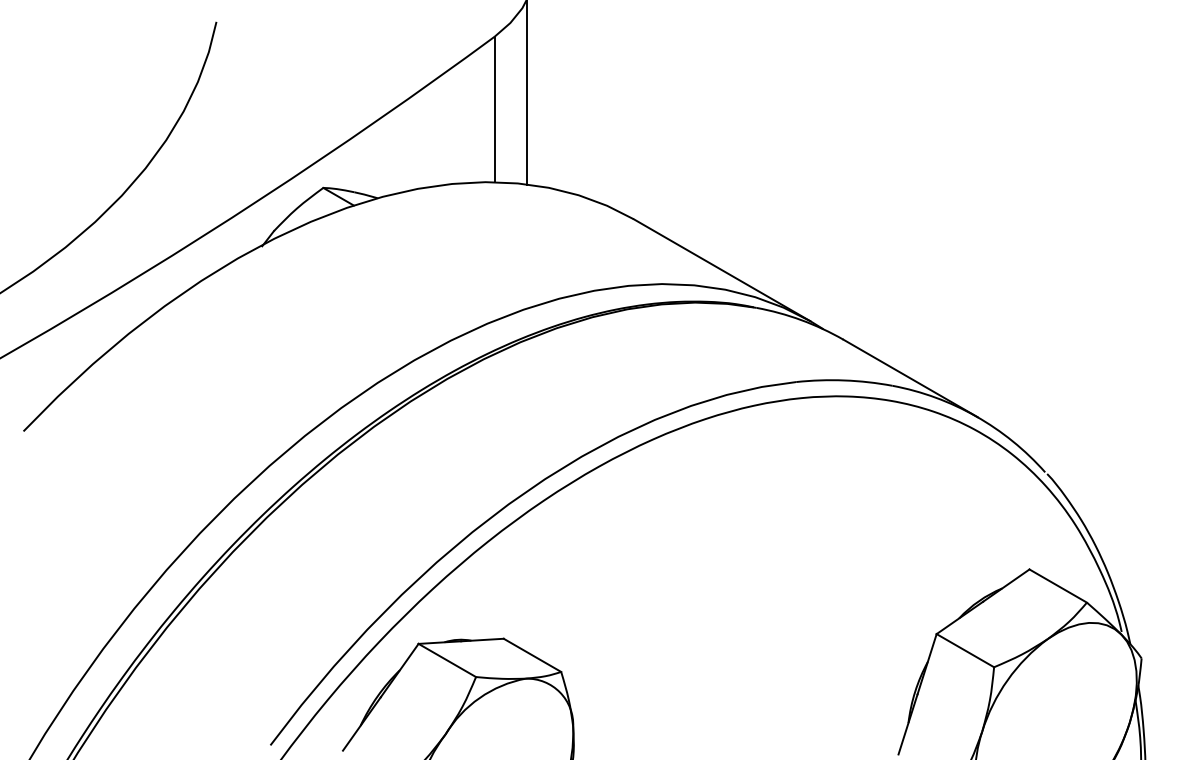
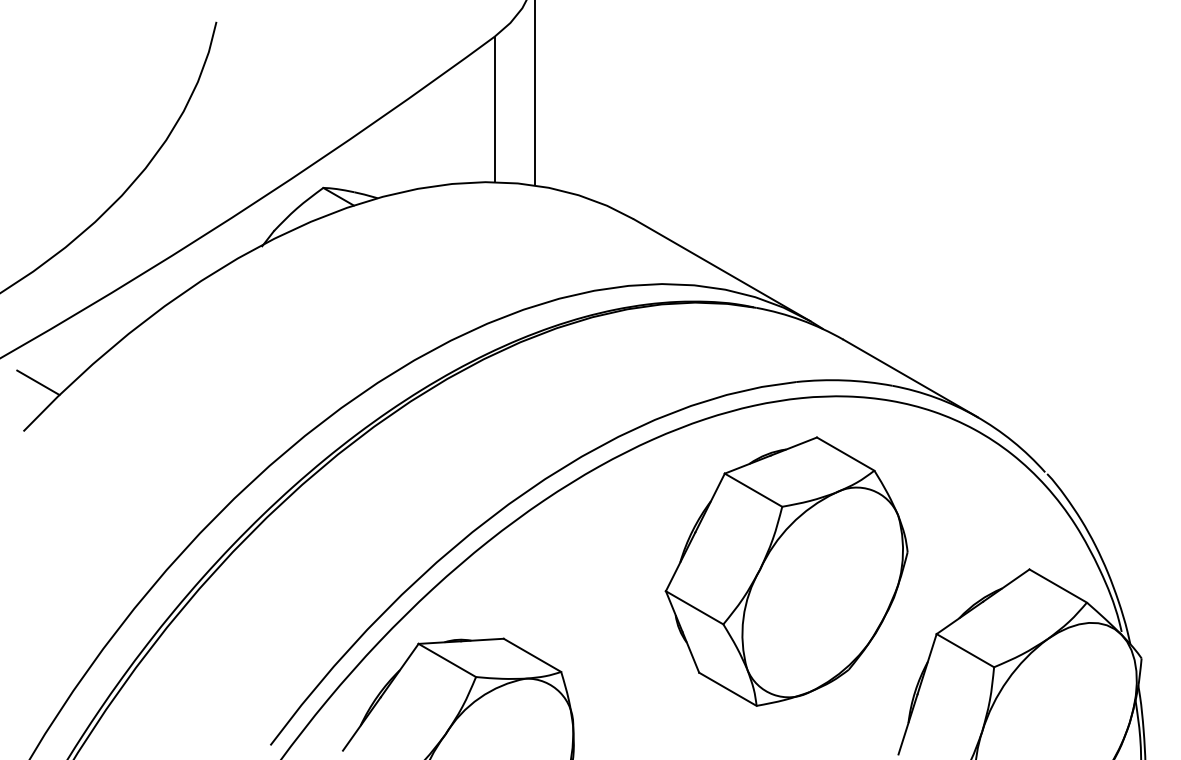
line at (527, 93) position: (527, 93) -> (535, 93)
line at (38, 382): none -> present
part at (786, 571): none -> present
